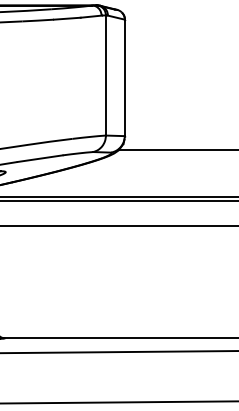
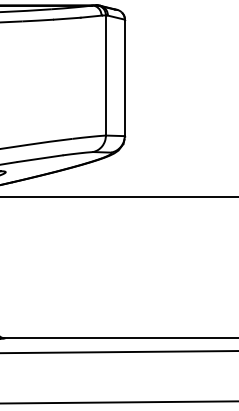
line at (176, 150): present -> none
line at (118, 200): present -> none
line at (118, 225): present -> none
